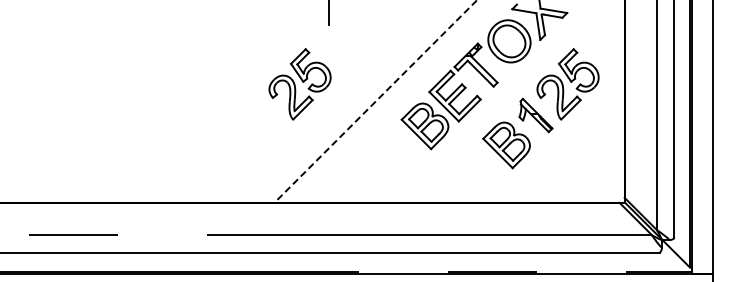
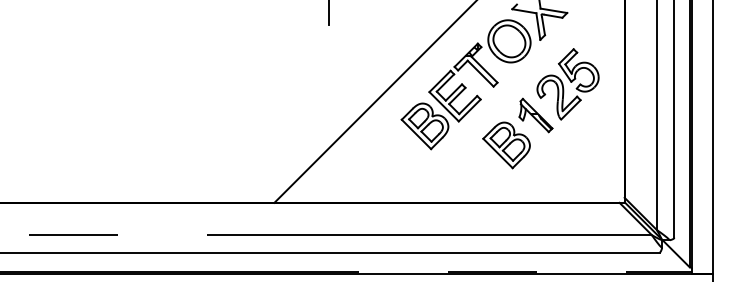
part at (299, 84): present -> none
line at (375, 101): dashed -> solid
